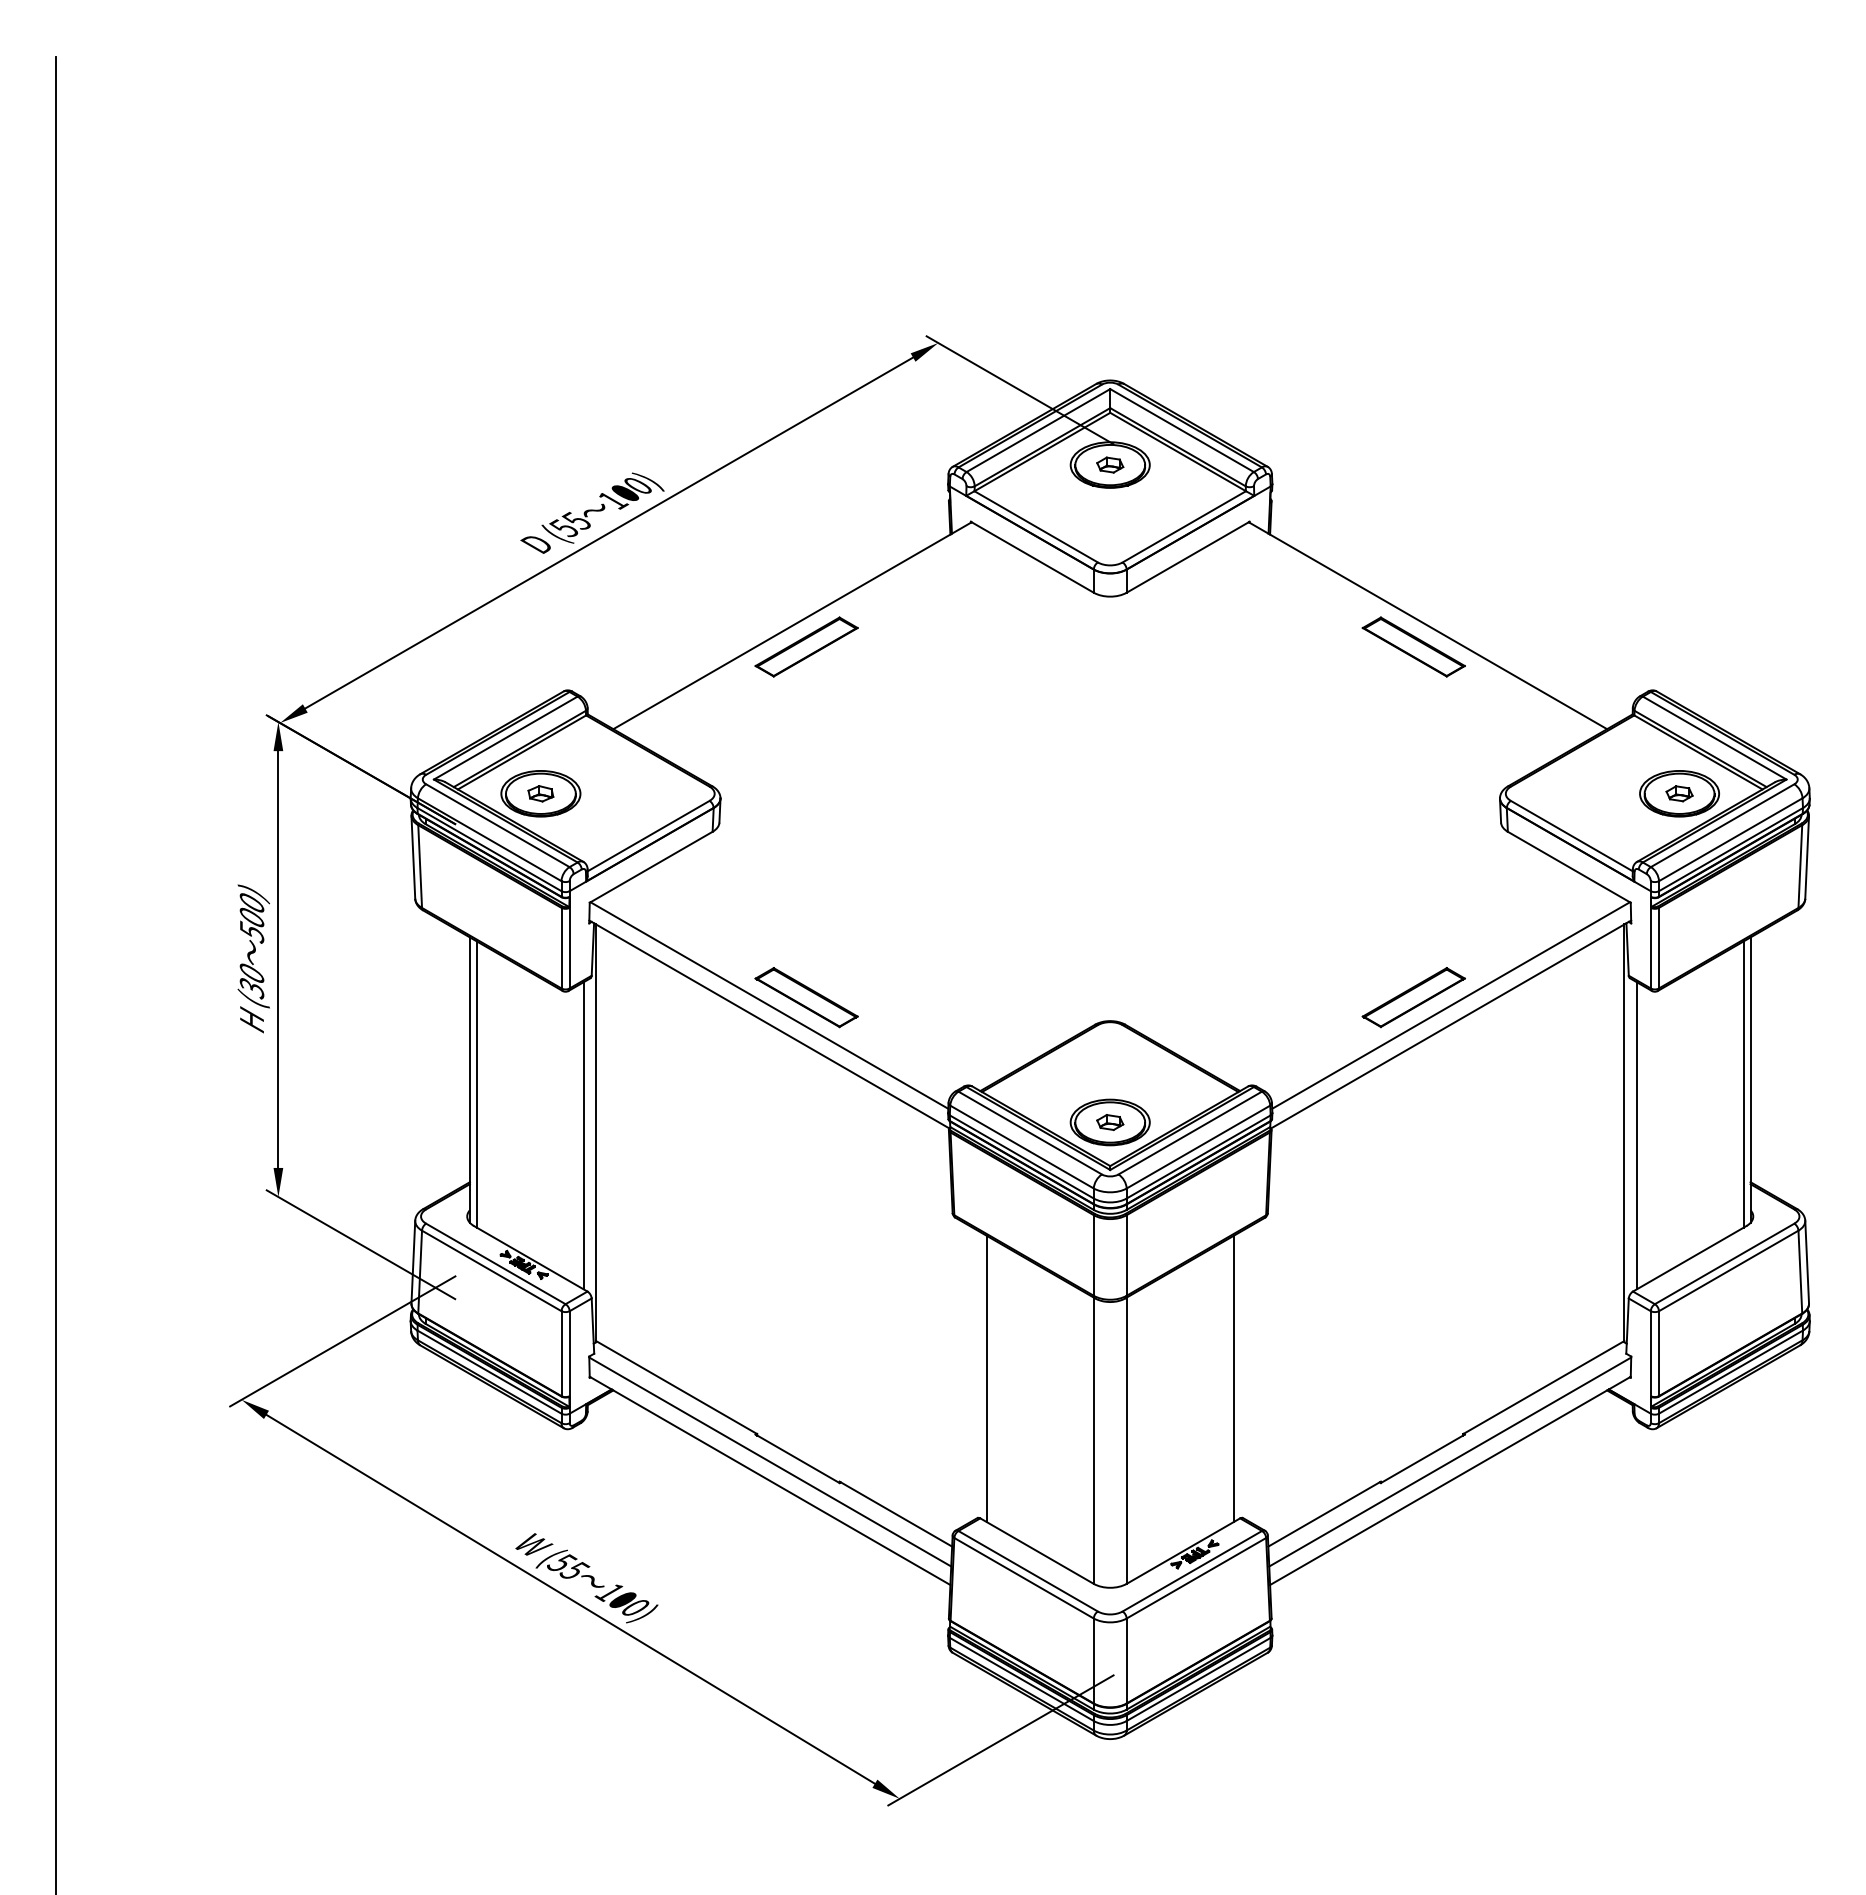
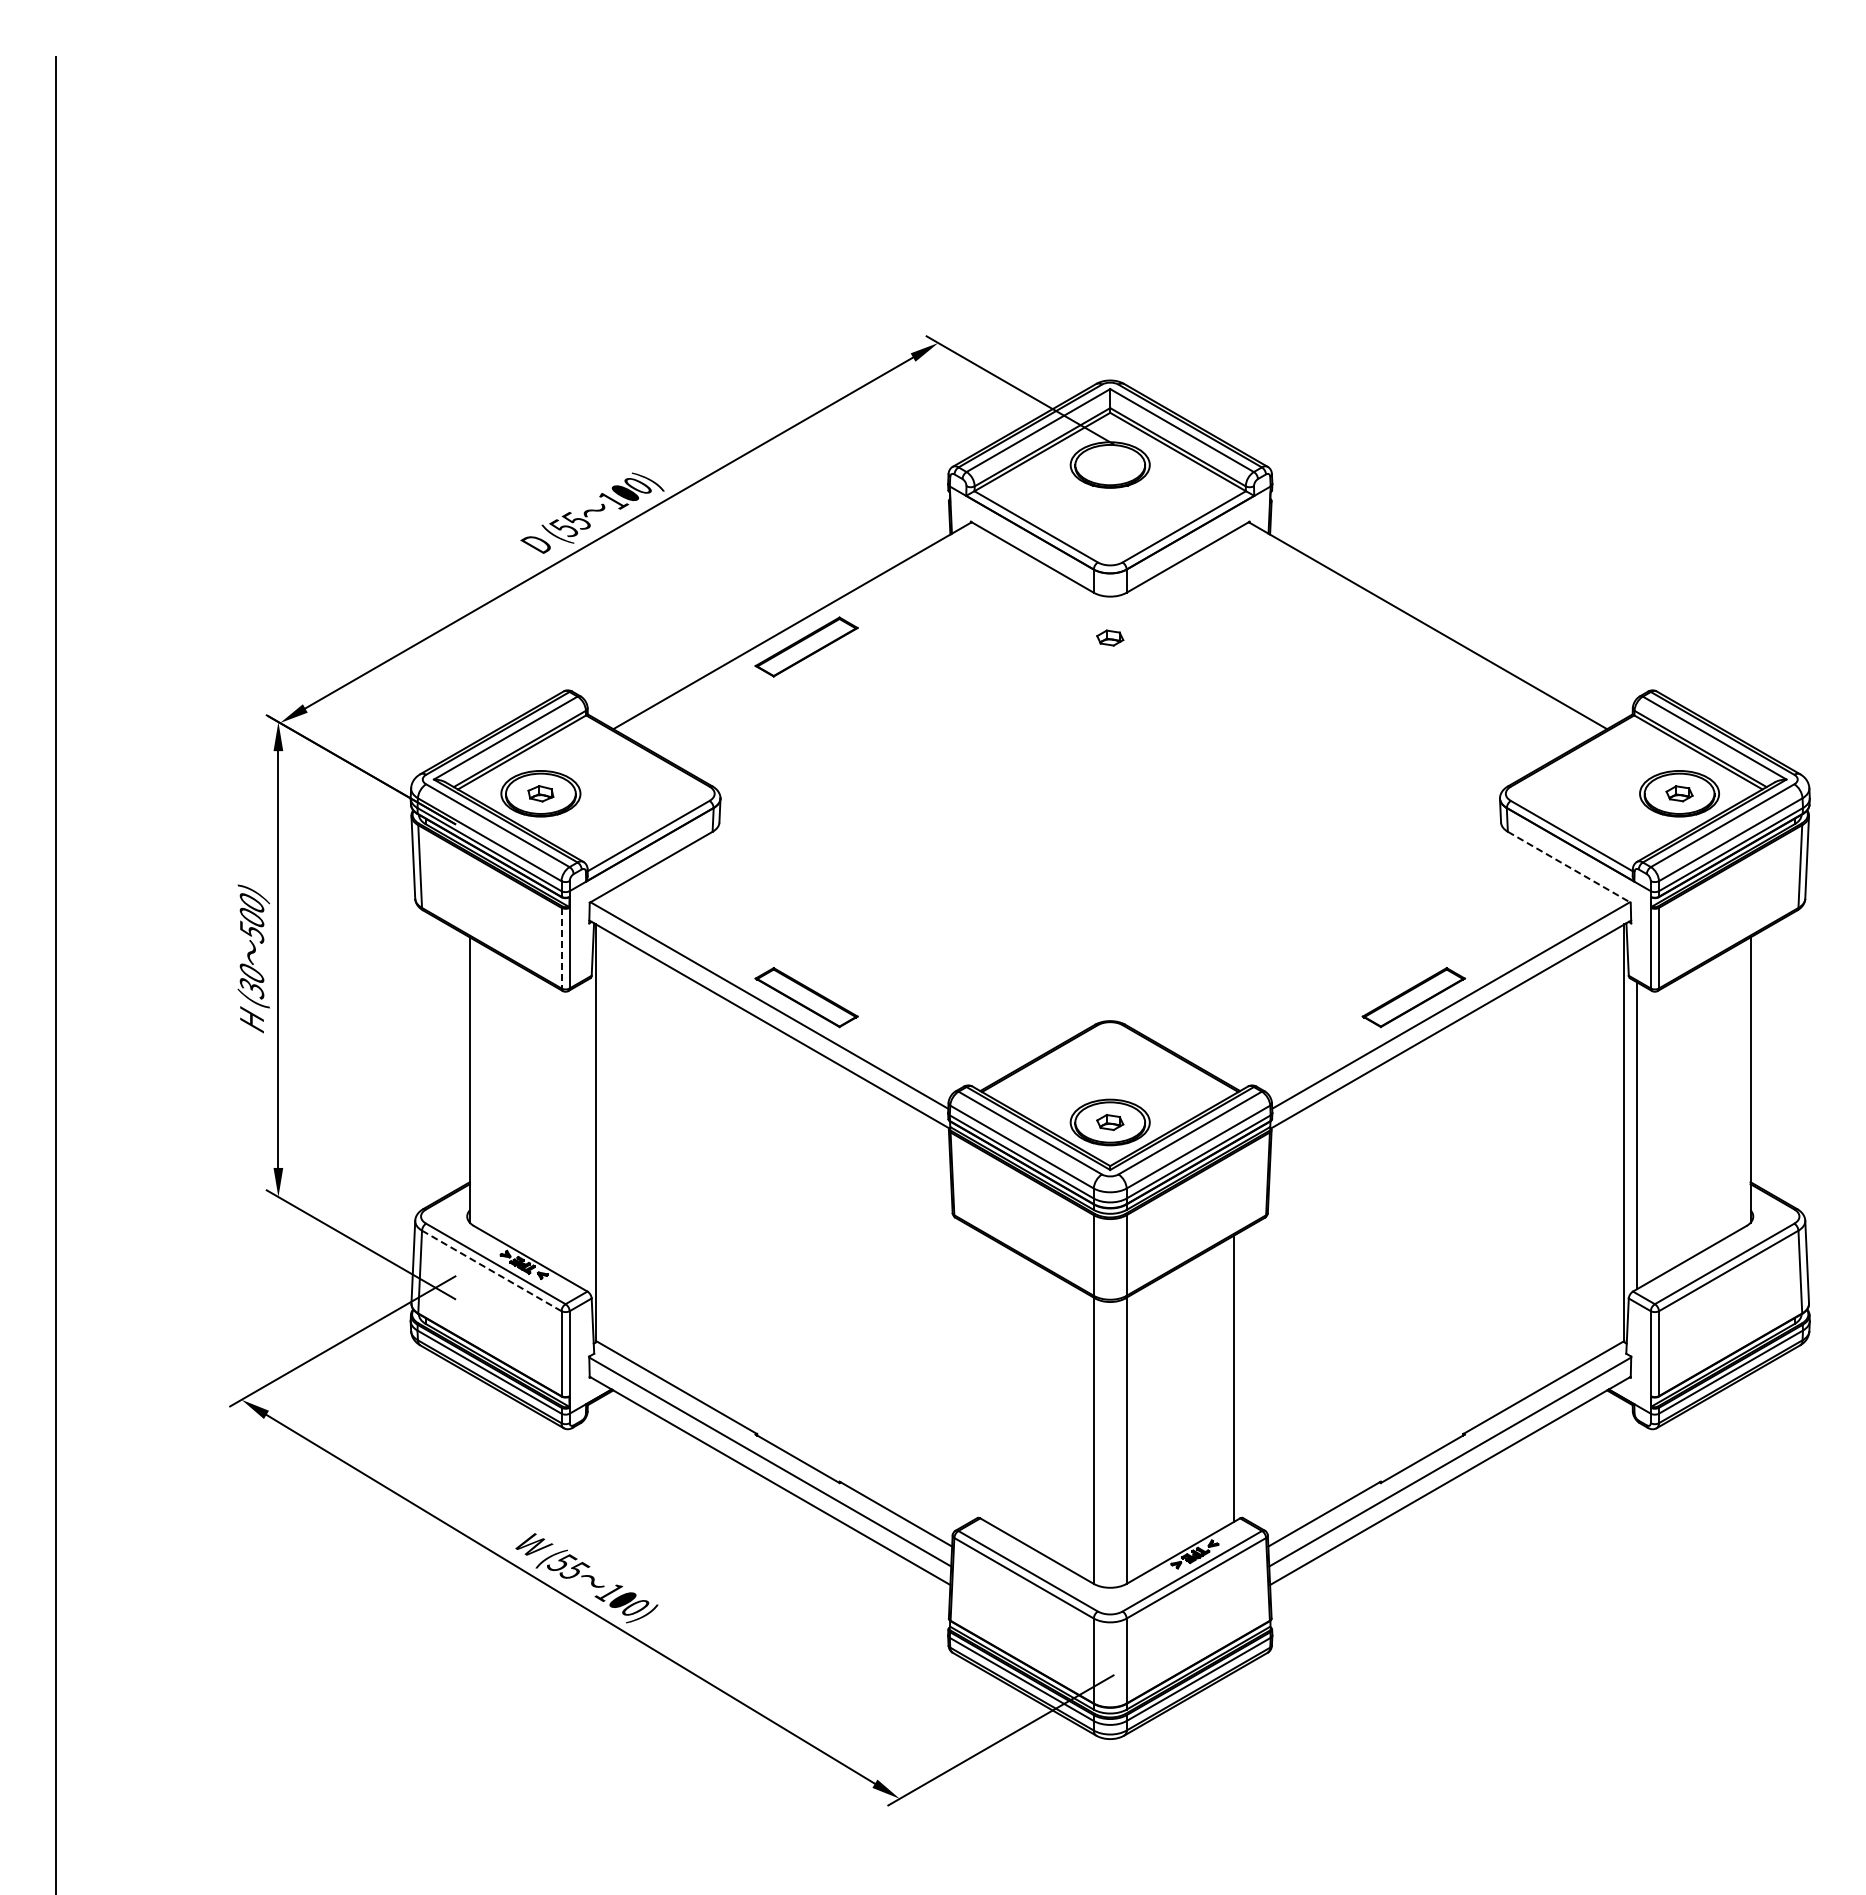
part at (1110, 464) position: (1110, 464) -> (1110, 637)
part at (1413, 646): present -> none
line at (1569, 867): solid -> dashed
line at (561, 948): solid -> dashed
line at (476, 1084): present -> none
line at (1743, 1084): present -> none
line at (583, 1135): present -> none
line at (491, 1270): solid -> dashed
line at (986, 1378): present -> none
